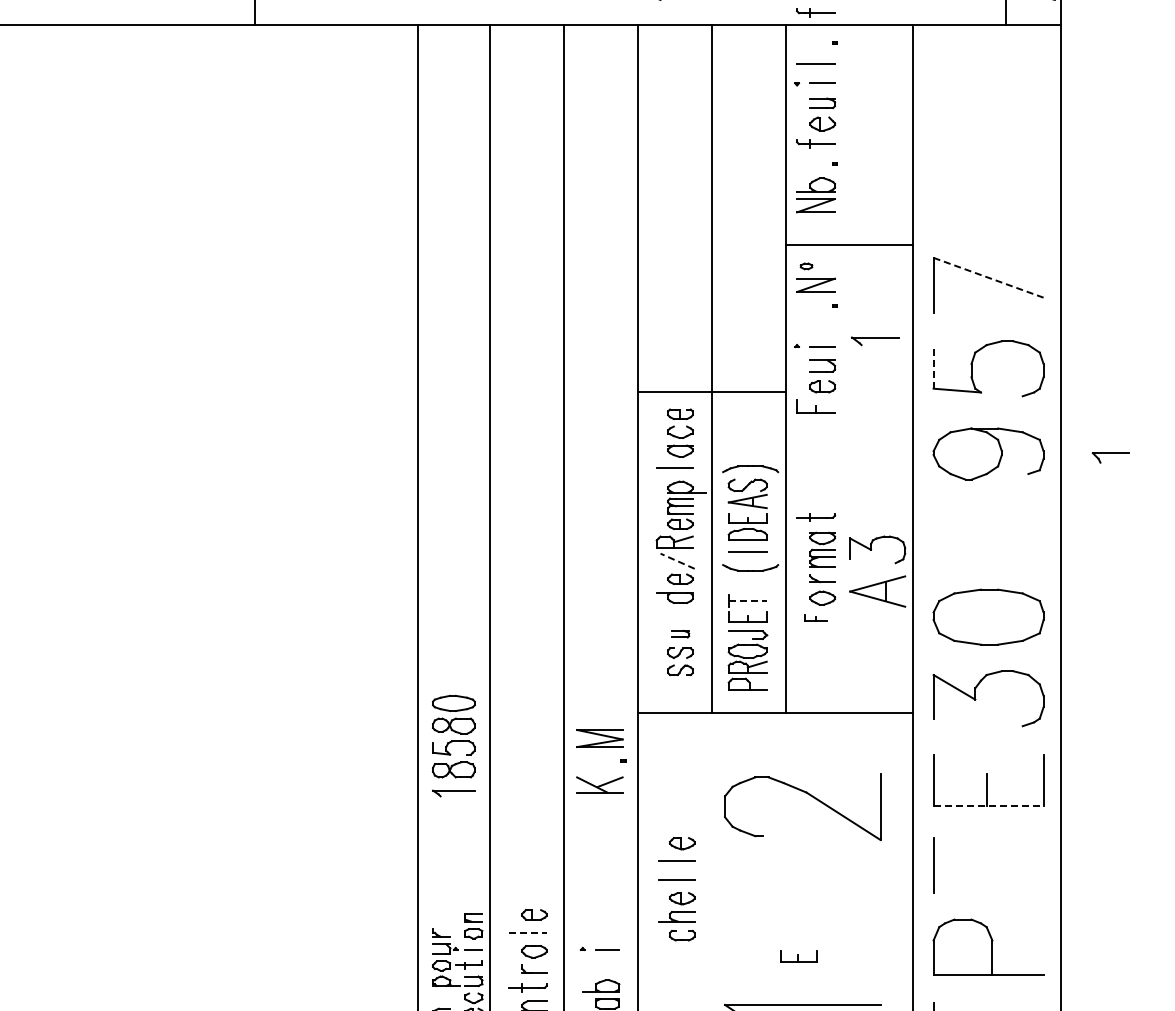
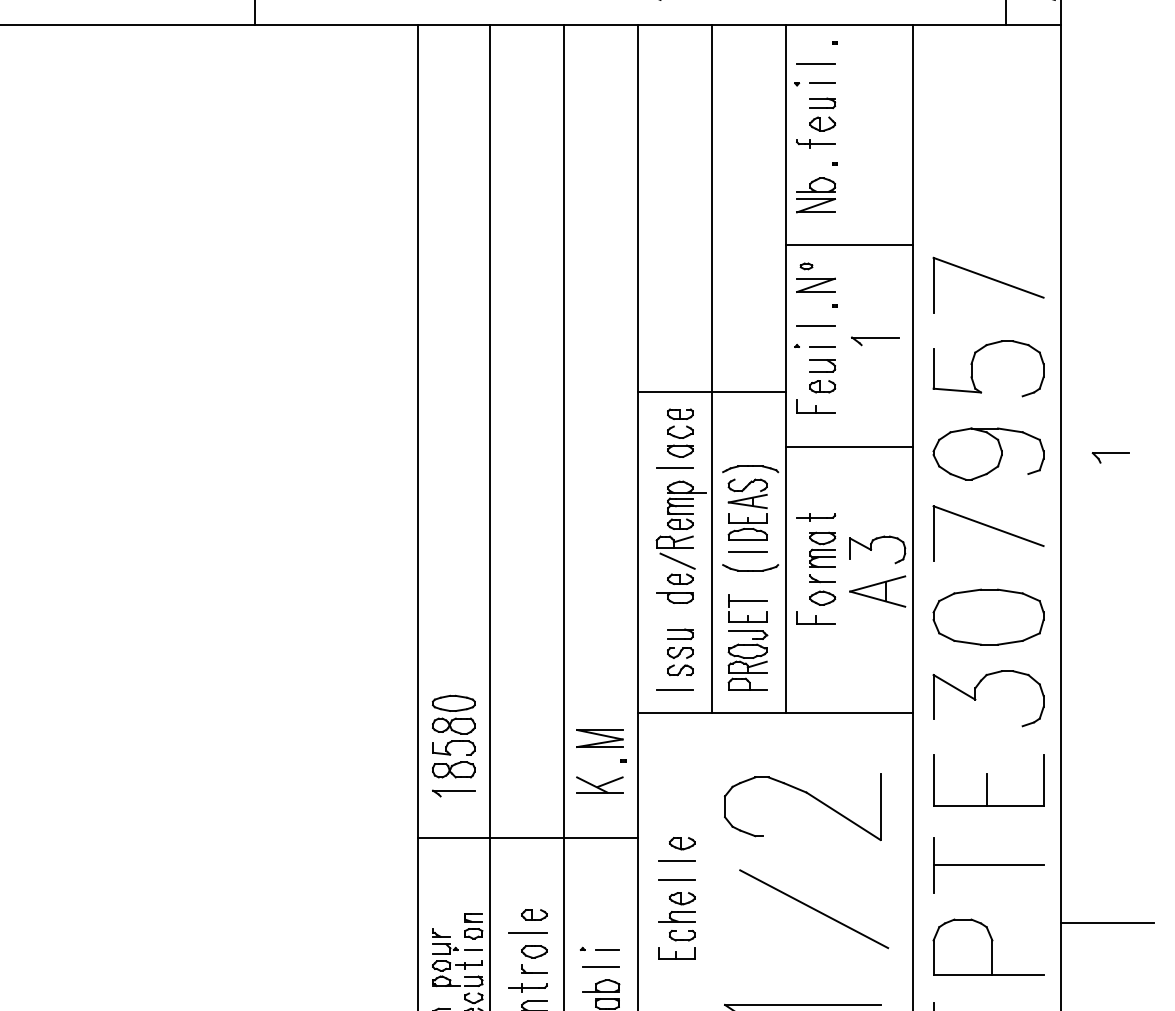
part at (815, 12): present -> none
line at (989, 277): dashed -> solid
line at (815, 326): none -> present
line at (933, 368): dashed -> solid
line at (848, 447): none -> present
part at (988, 533): none -> present
line at (677, 561): dashed -> solid
line at (747, 601): dashed -> solid
part at (815, 617) size: 24x8 px -> 40x14 px
part at (680, 633) size: 20x10 px -> 27x12 px
line at (674, 689): none -> present
line at (988, 805): dashed -> solid
line at (527, 838): none -> present
line at (988, 864): none -> present
line at (814, 909): none -> present
line at (1106, 923): none -> present
line at (527, 932): dashed -> solid
part at (798, 956) position: (798, 956) -> (676, 953)
line at (600, 967): none -> present
